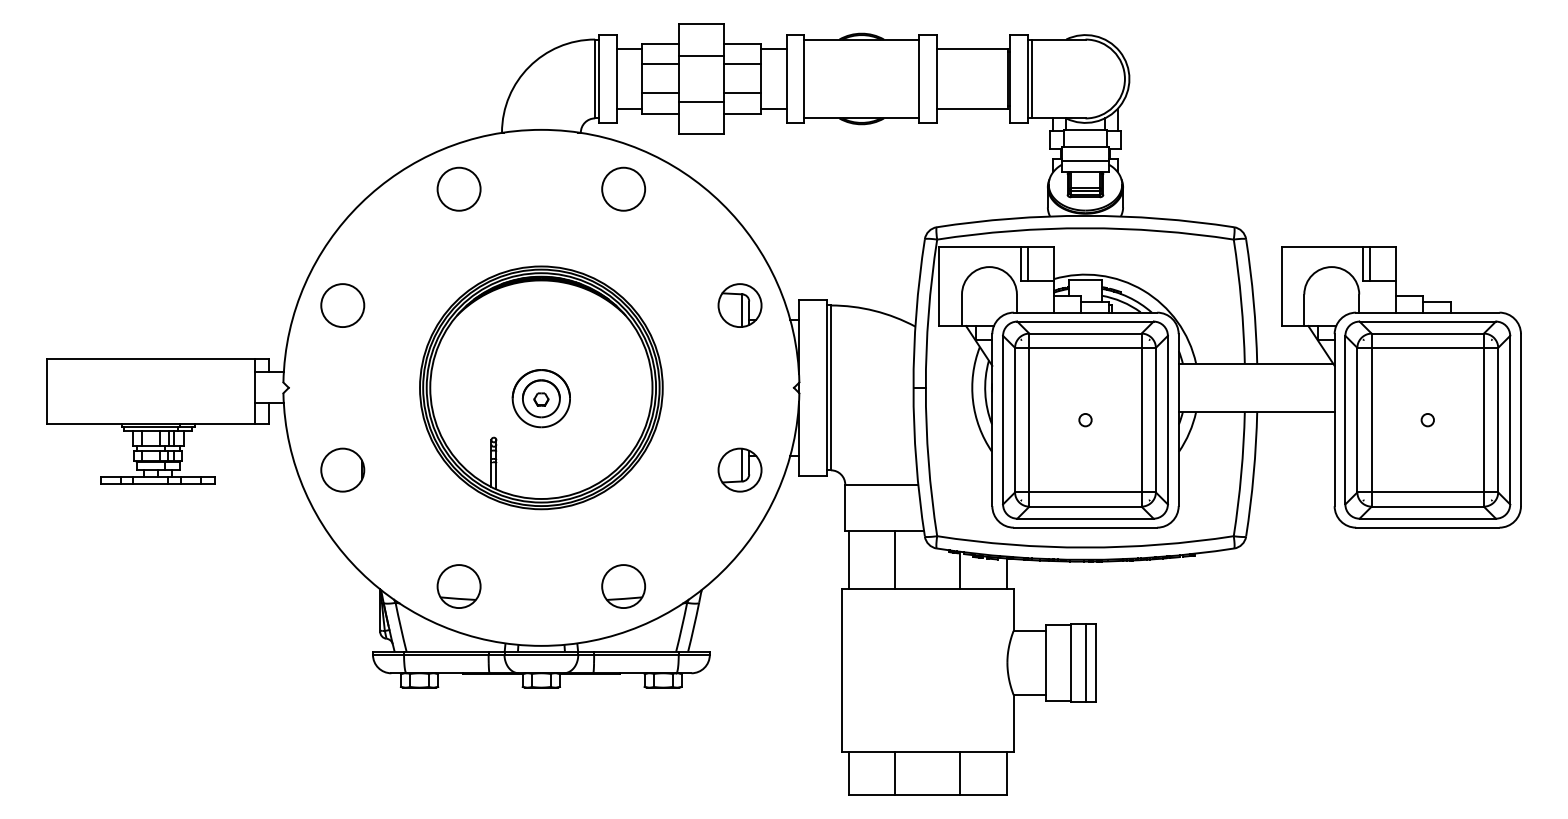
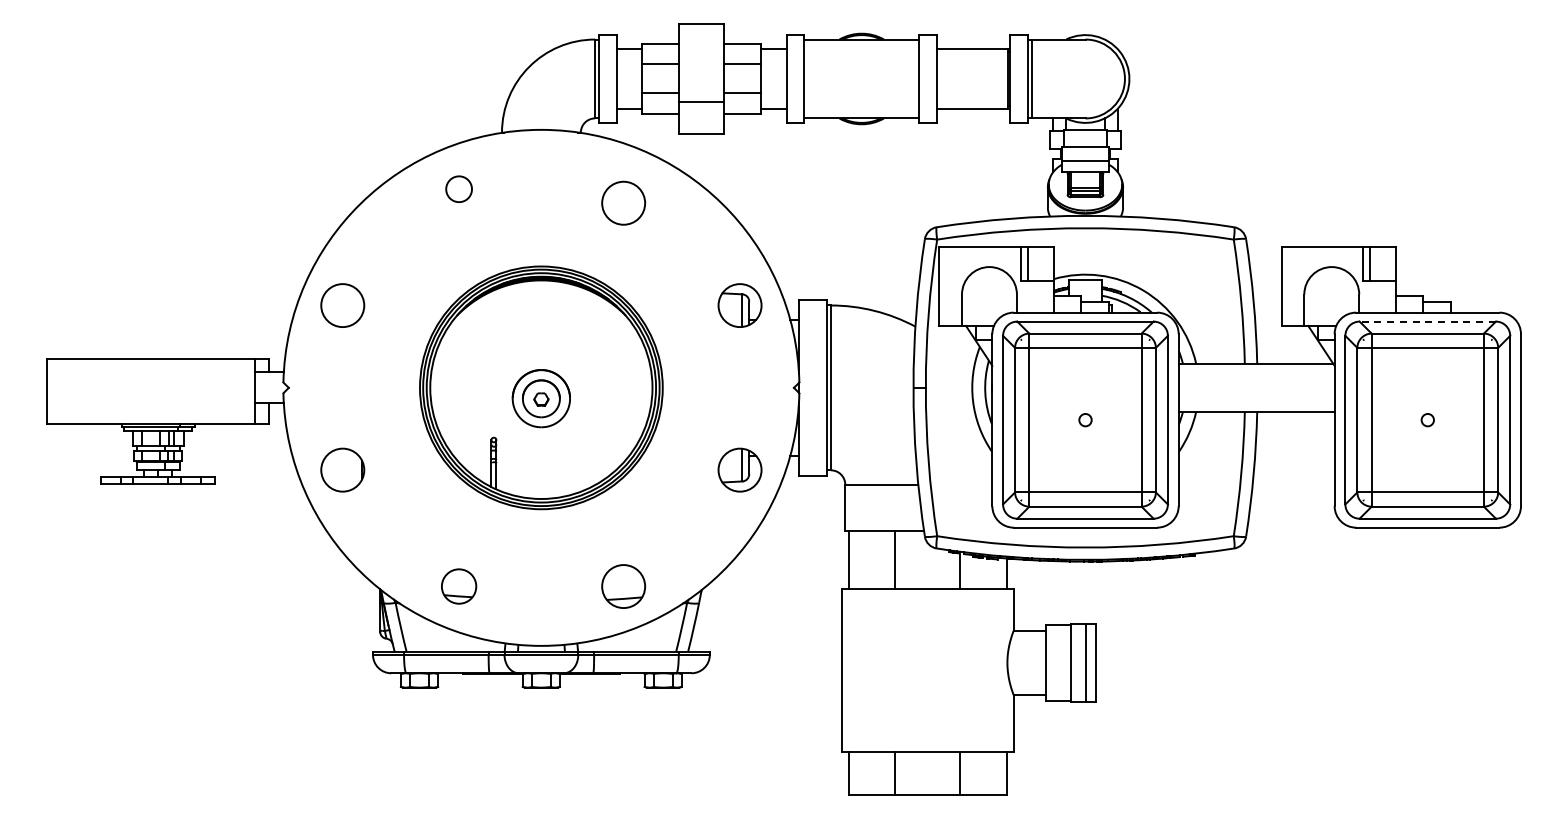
line at (701, 56): present -> none
circle at (458, 188) diameter: 43 px -> 26 px
circle at (623, 188) position: (623, 188) -> (623, 202)
line at (1427, 321): solid -> dashed
part at (458, 586) size: 46x45 px -> 37x37 px
